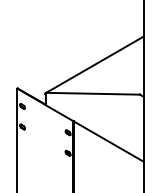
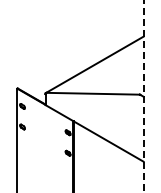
line at (143, 96): solid -> dashed
